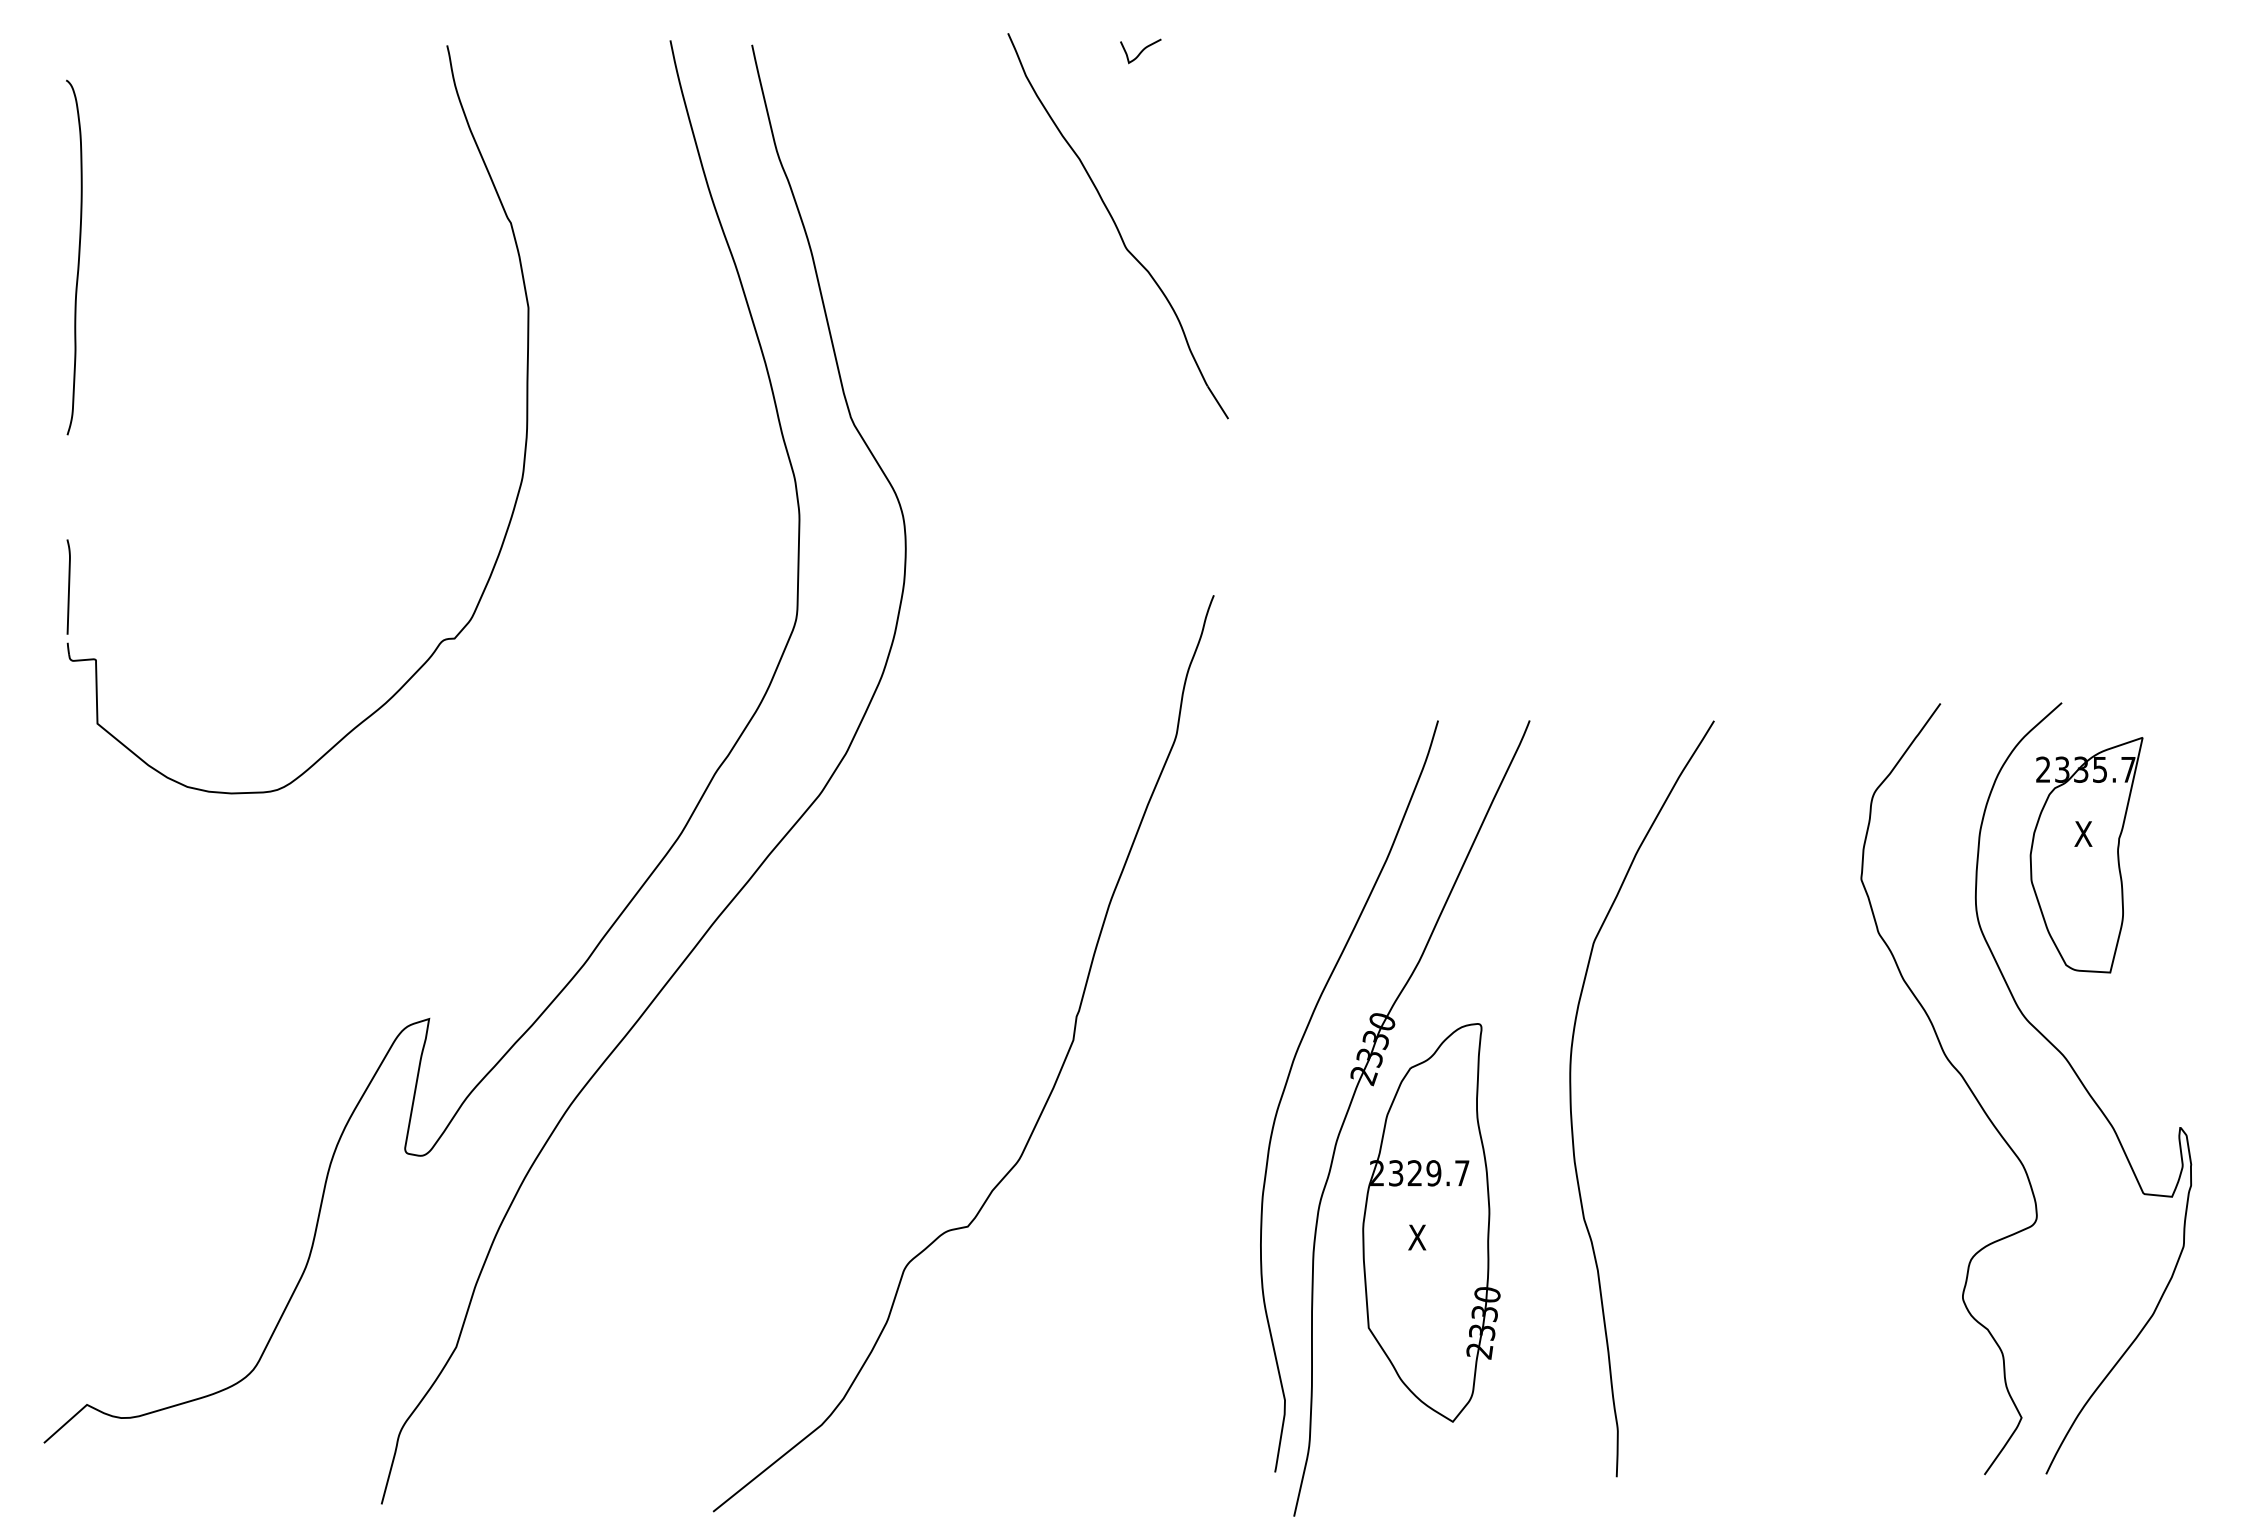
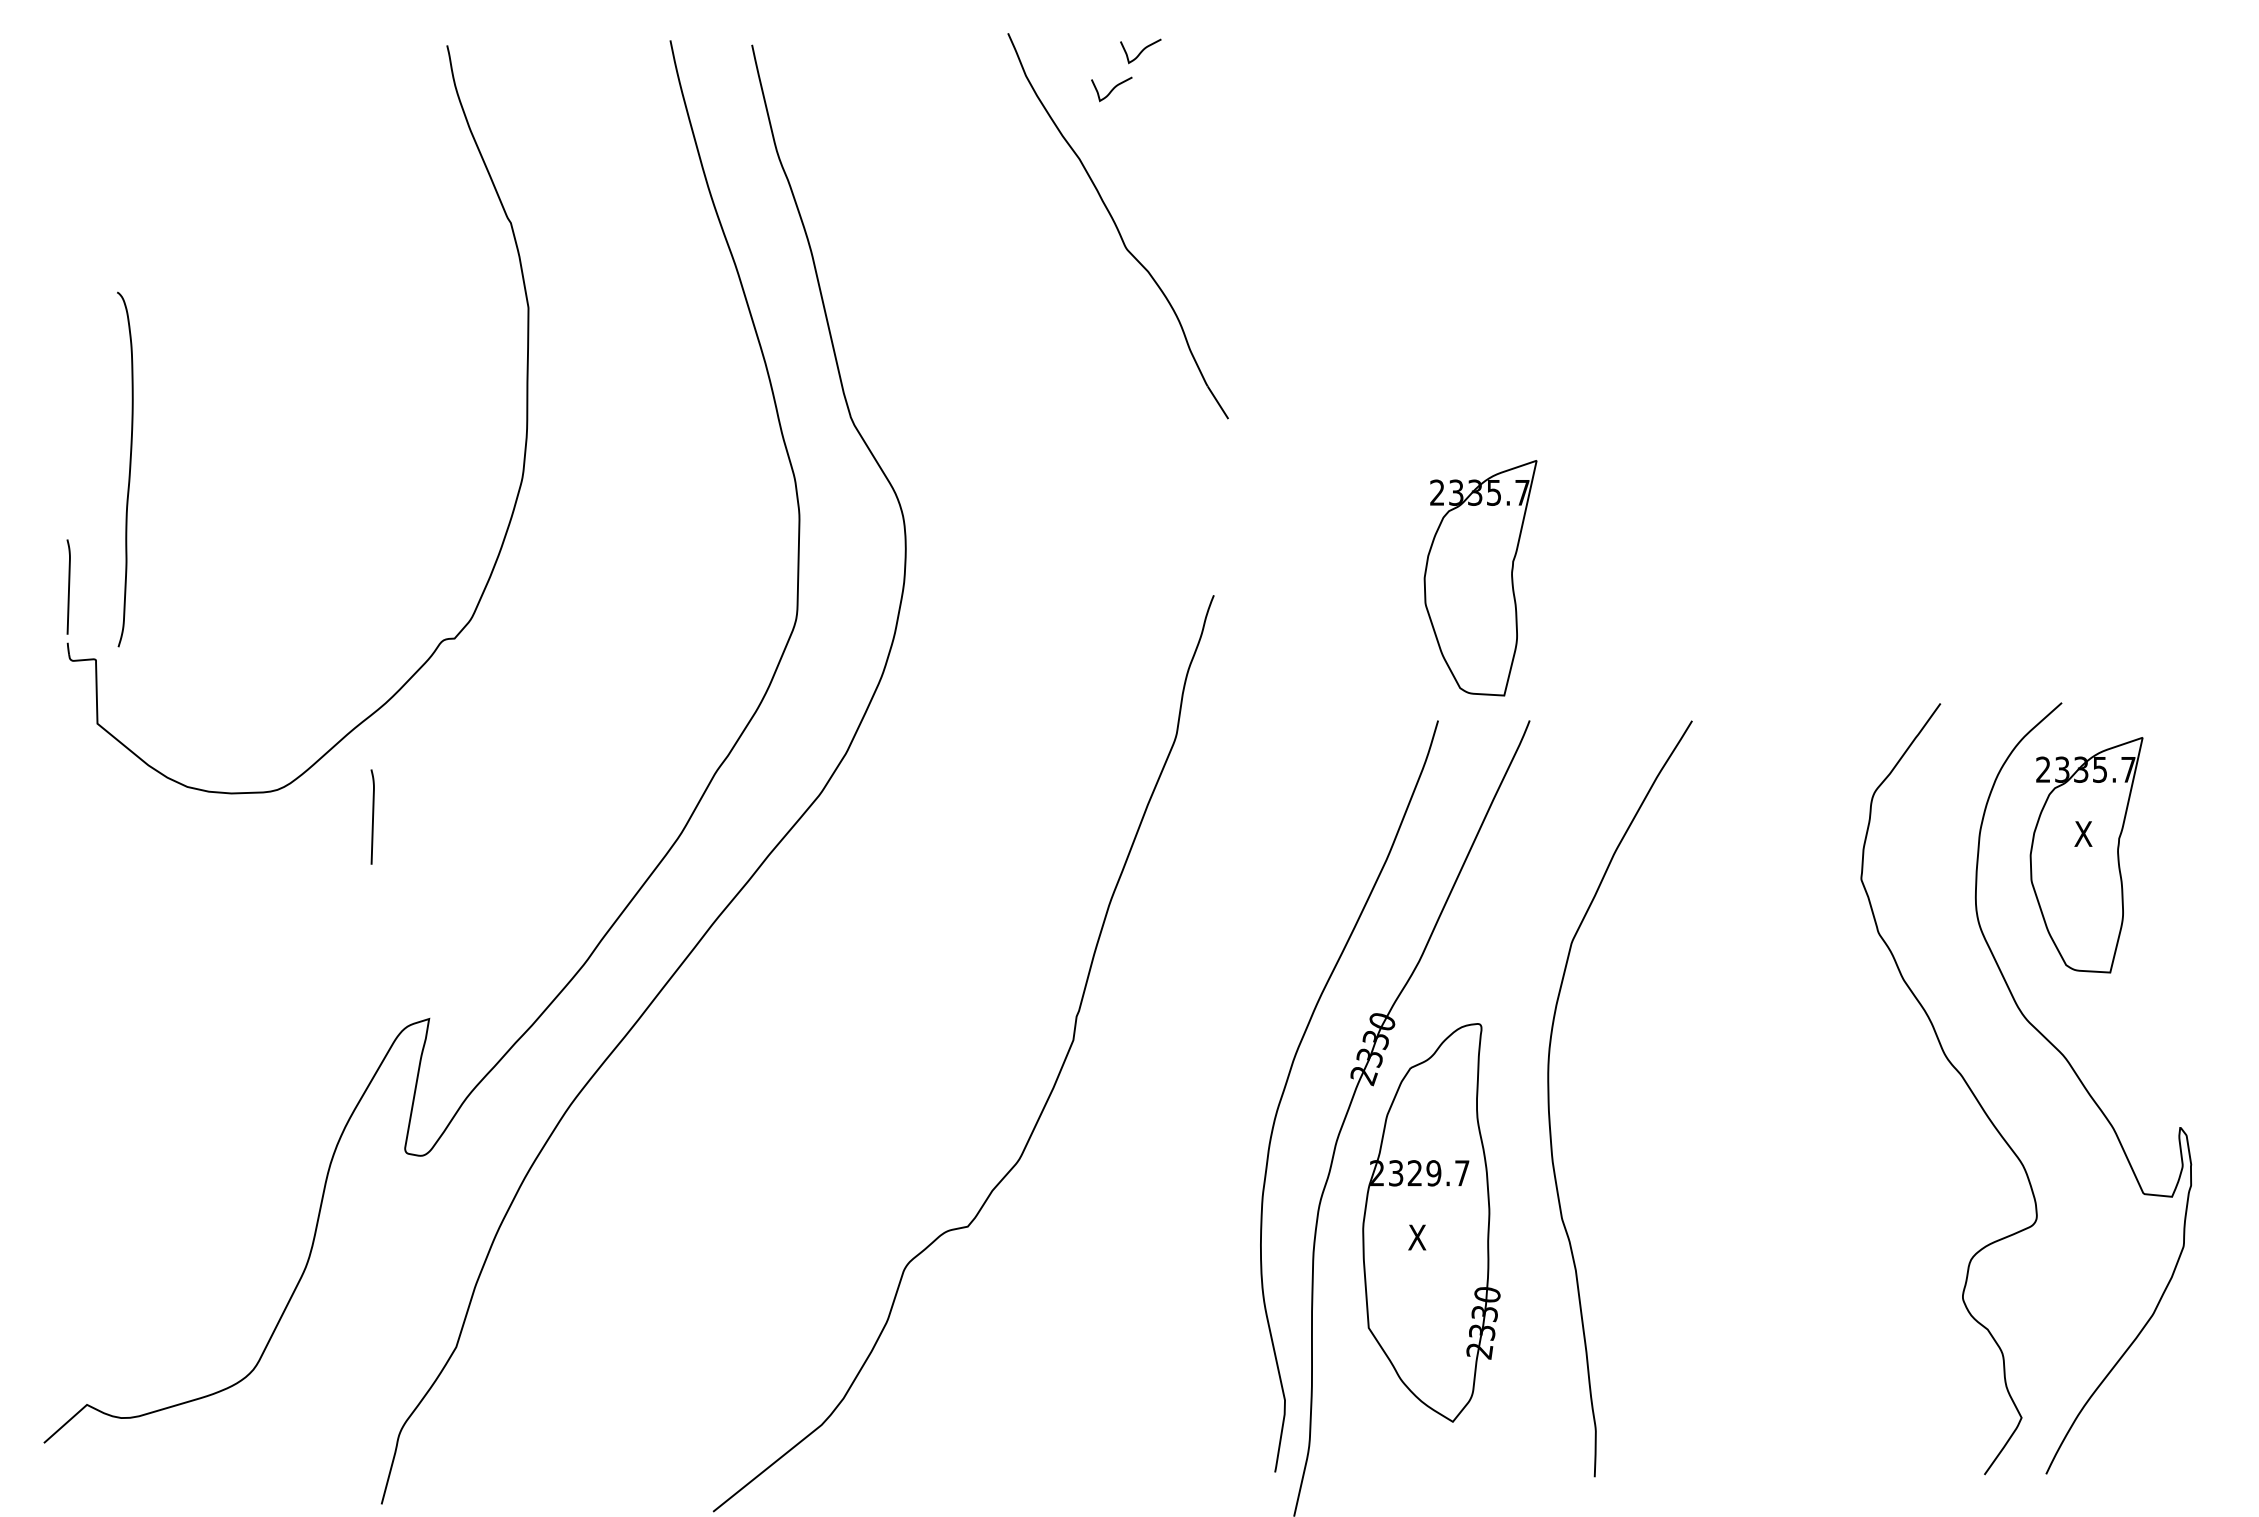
curve at (1111, 89): none -> present
curve at (78, 257) position: (78, 257) -> (129, 469)
part at (1480, 578): none -> present
curve at (372, 816): none -> present
curve at (1571, 1098) position: (1571, 1098) -> (1549, 1098)
